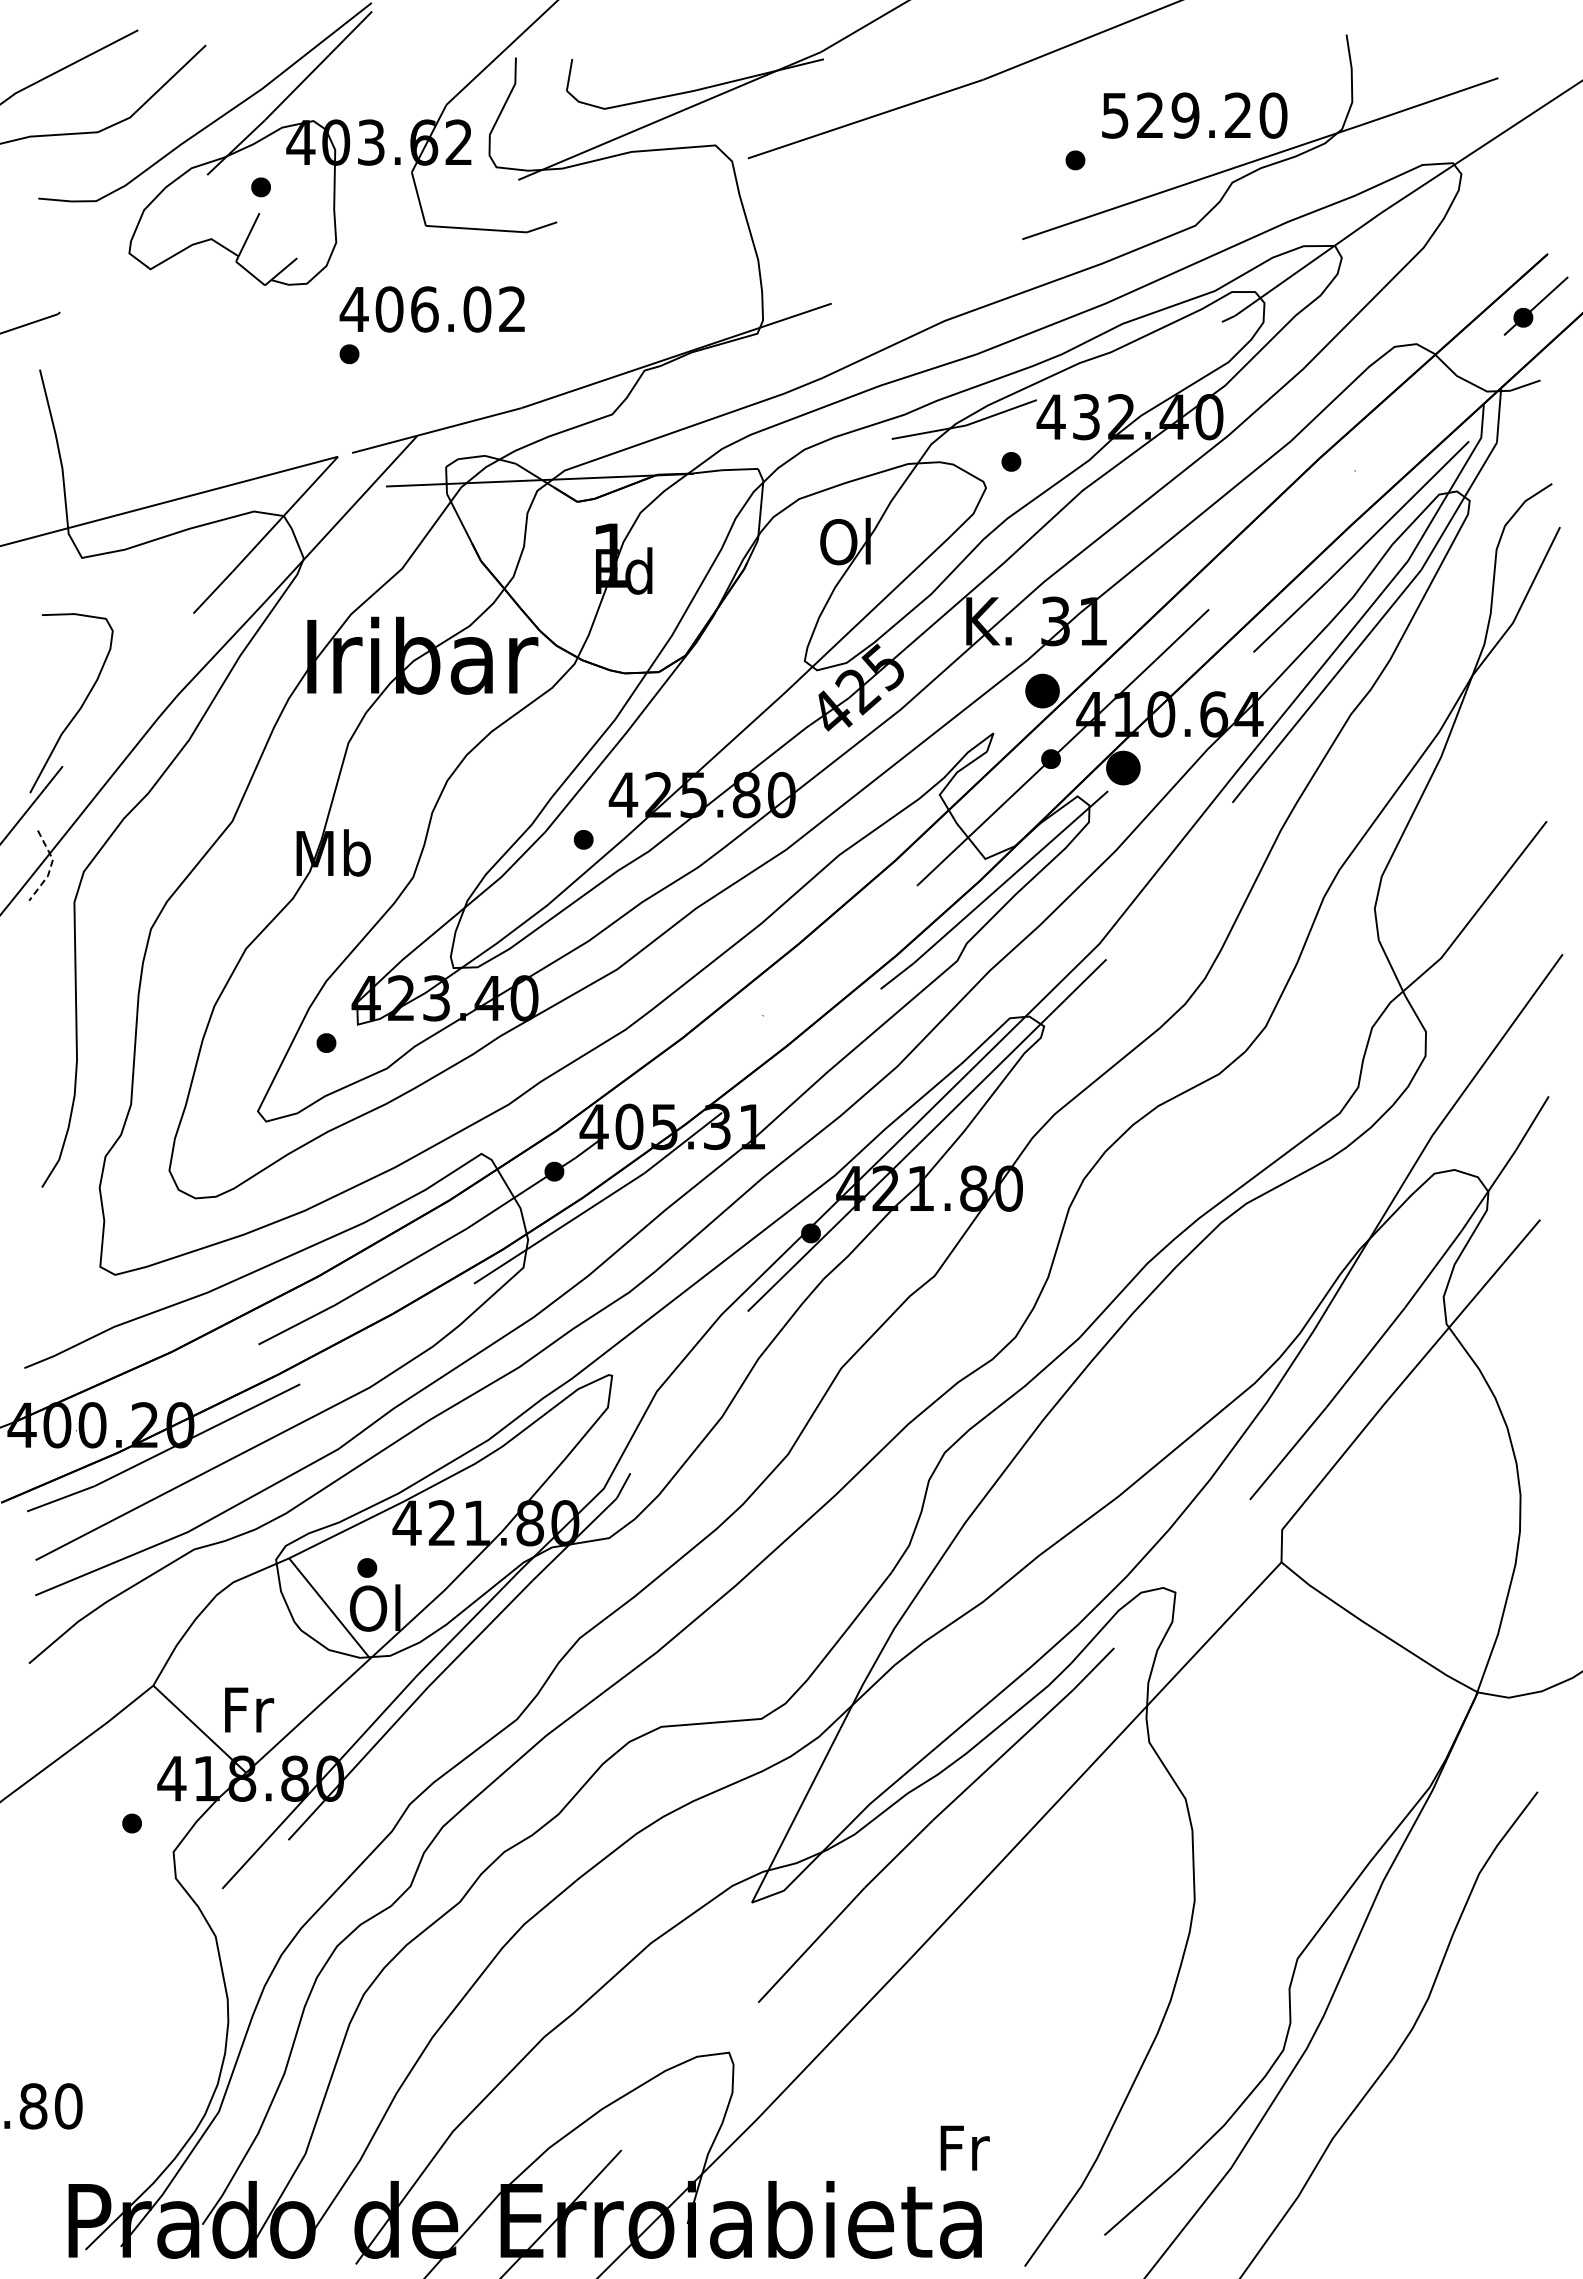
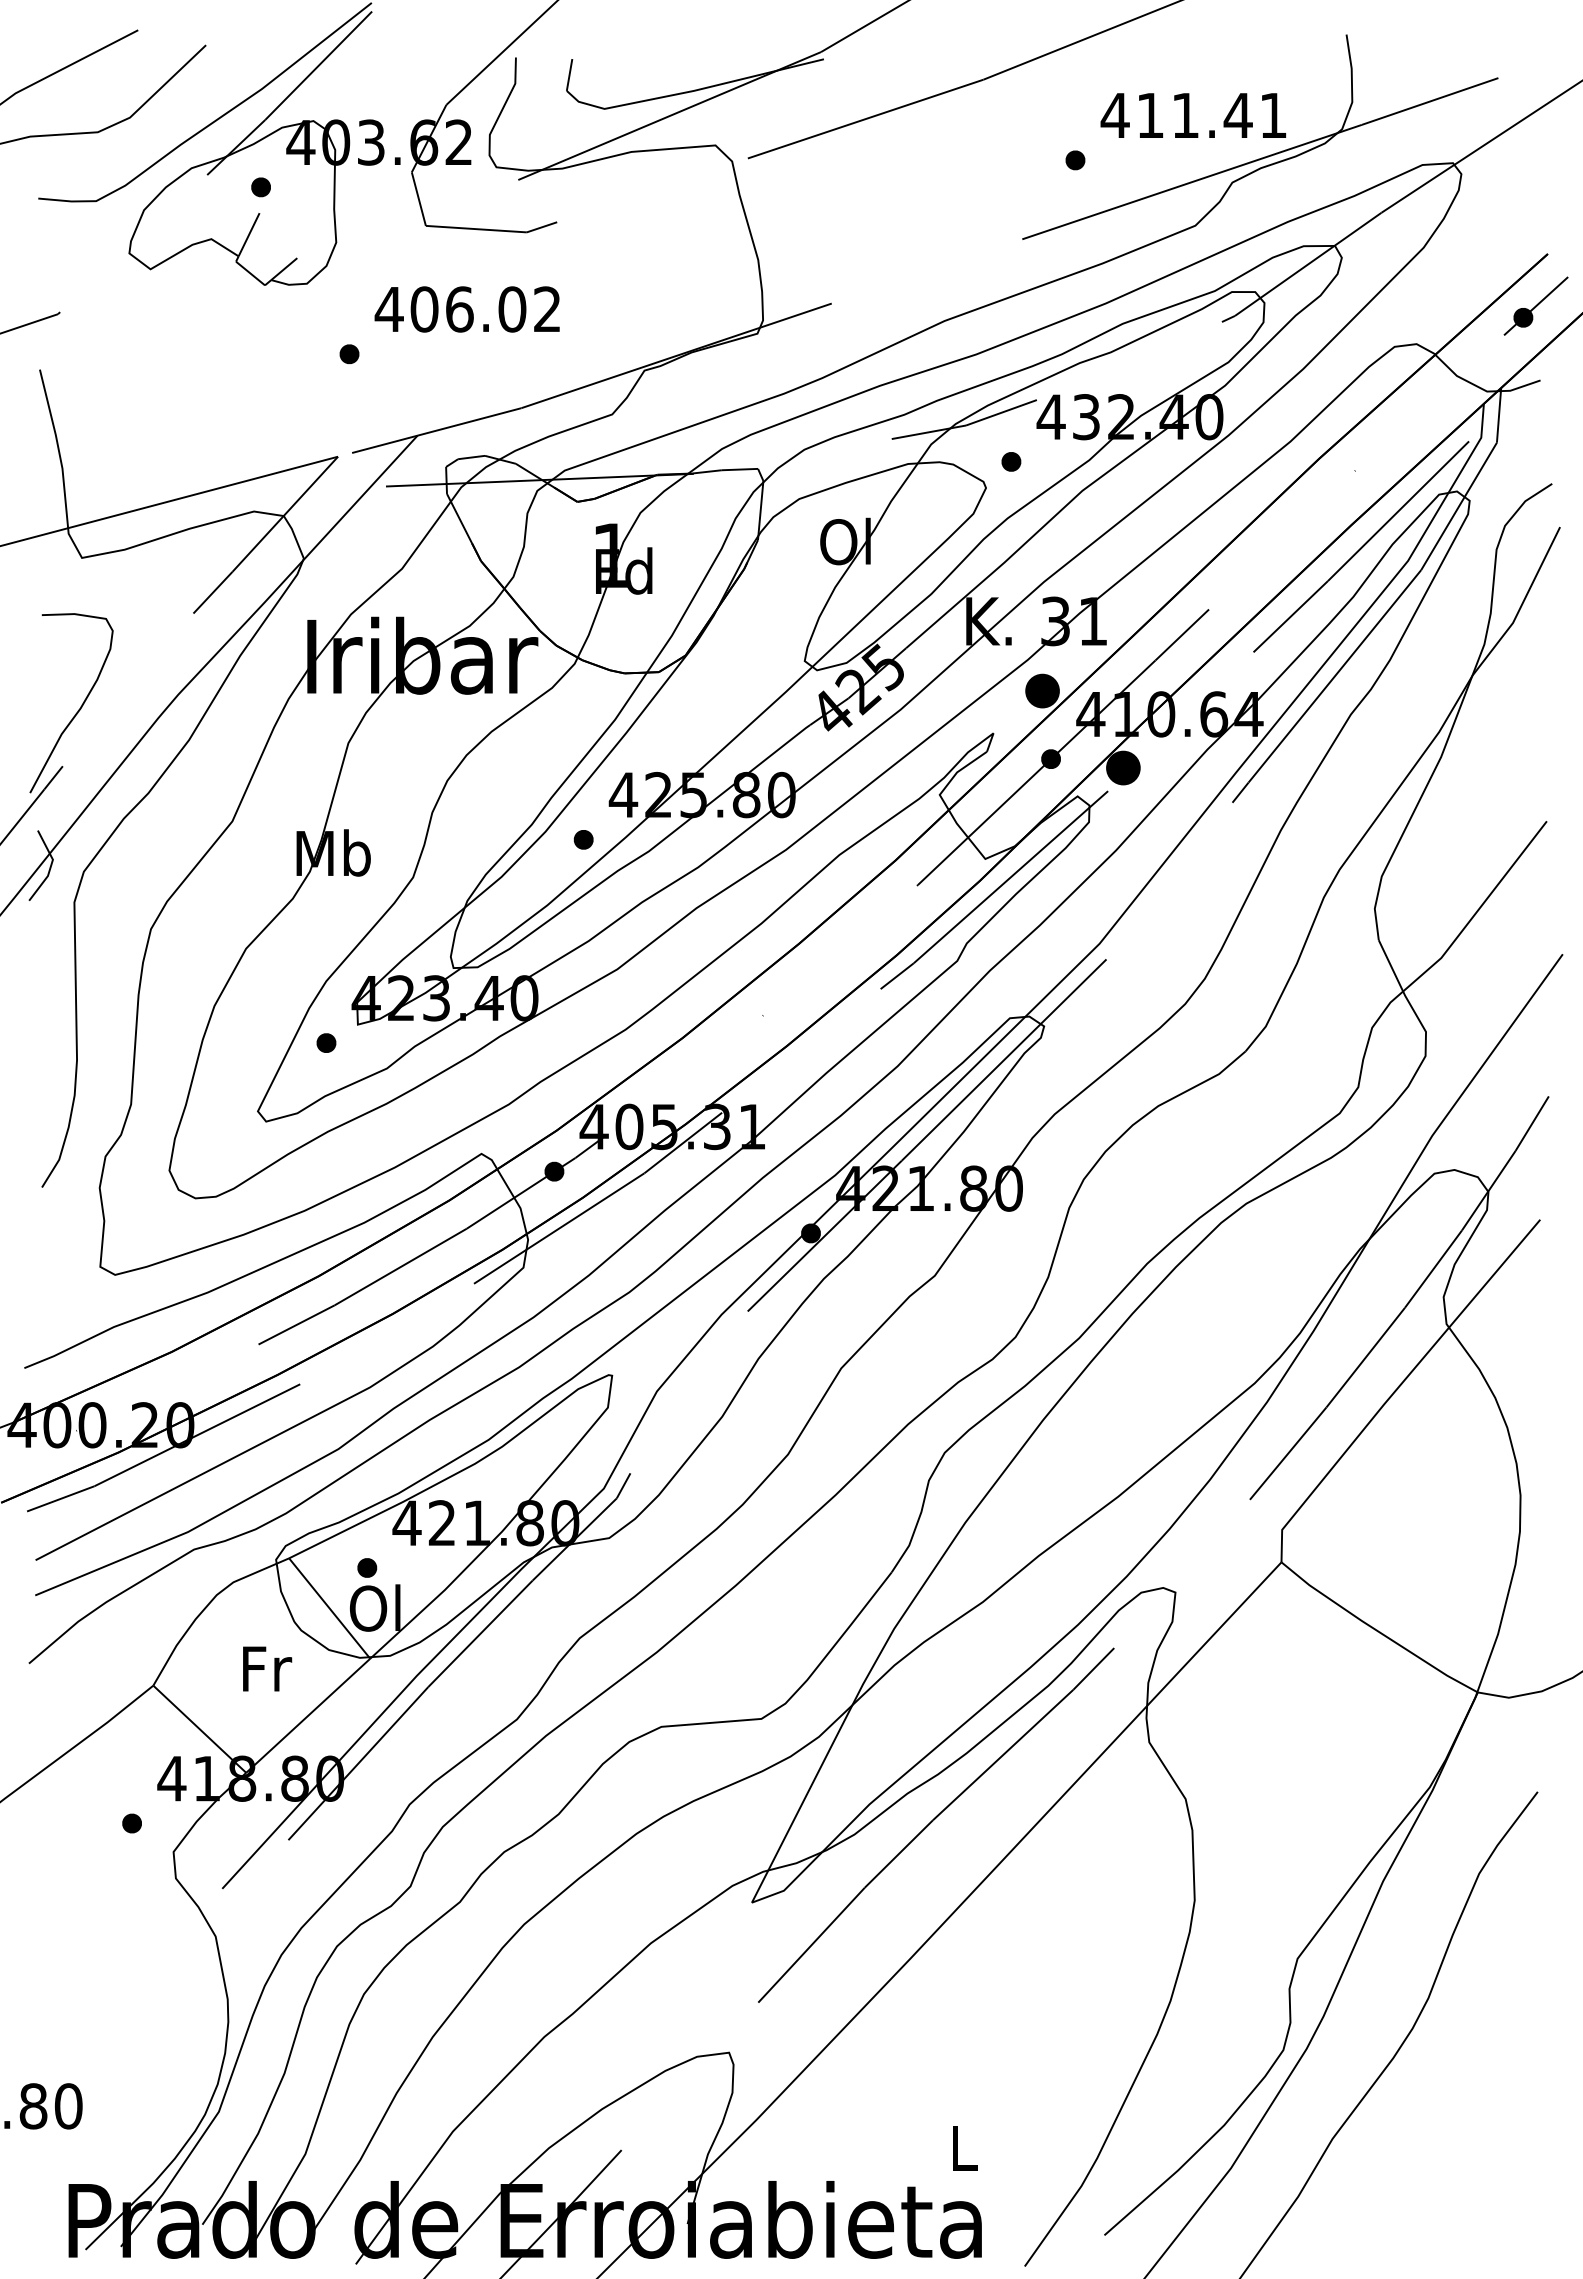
text at (1193, 115): 529.20 -> 411.41
text at (431, 309) position: (431, 309) -> (466, 309)
line at (50, 867): dashed -> solid
text at (249, 1709) position: (249, 1709) -> (267, 1668)
text at (964, 2147): Fr -> L
